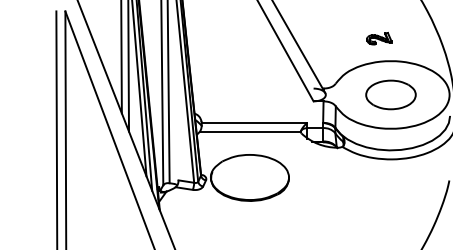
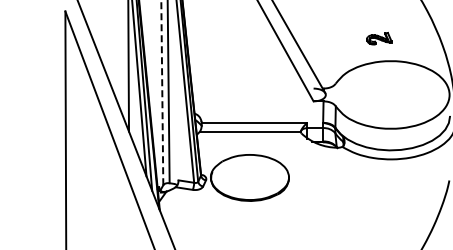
line at (121, 57): present -> none
line at (162, 92): solid -> dashed
part at (390, 94): present -> none
line at (56, 128): present -> none
